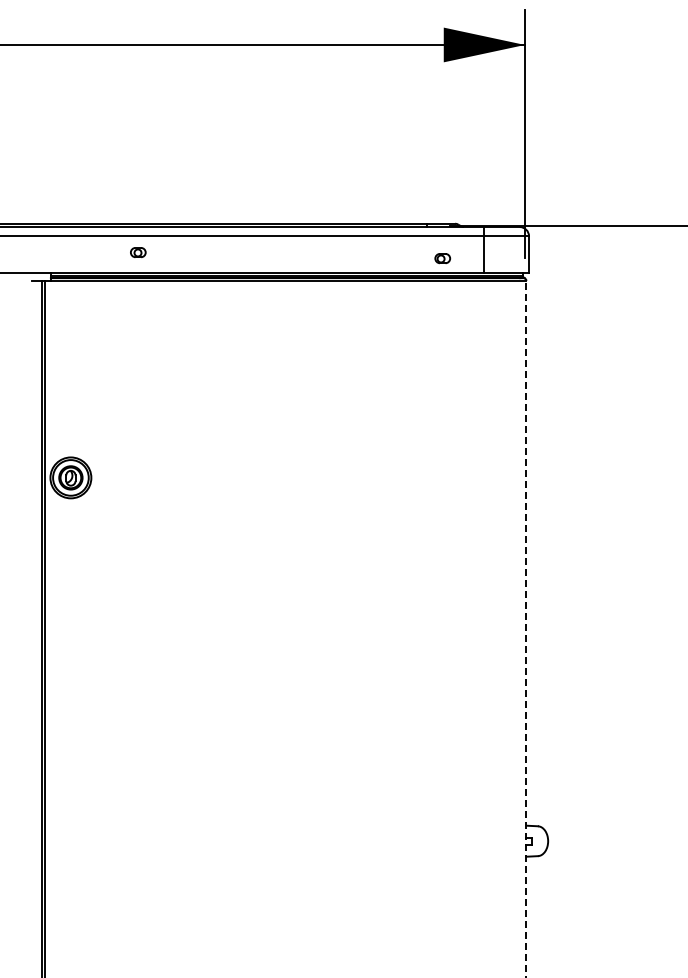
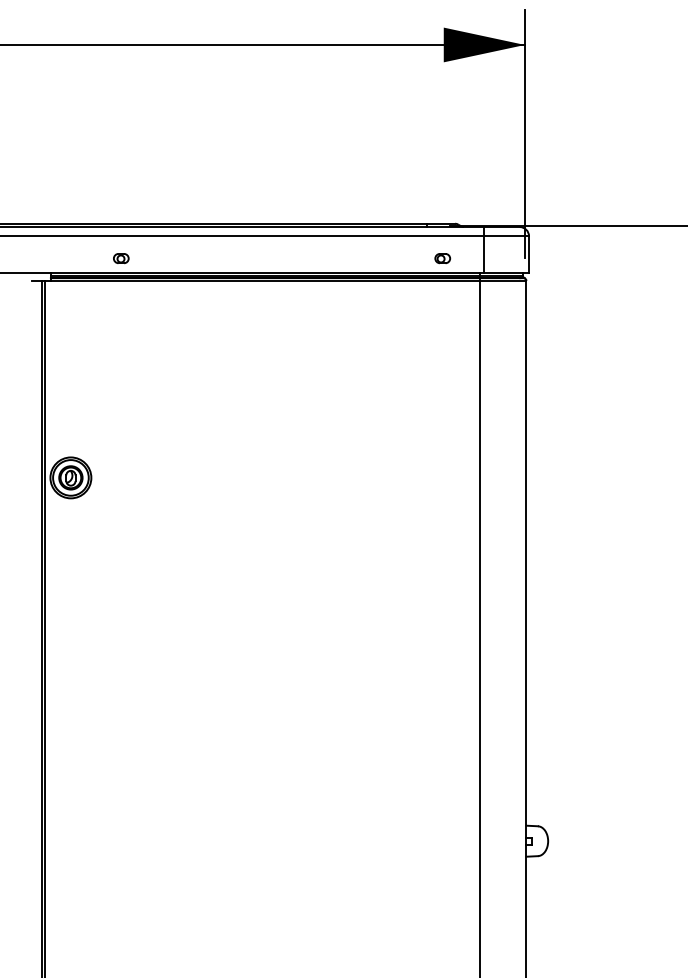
part at (138, 252) position: (138, 252) -> (121, 258)
line at (480, 623): none -> present
line at (526, 628): dashed -> solid
